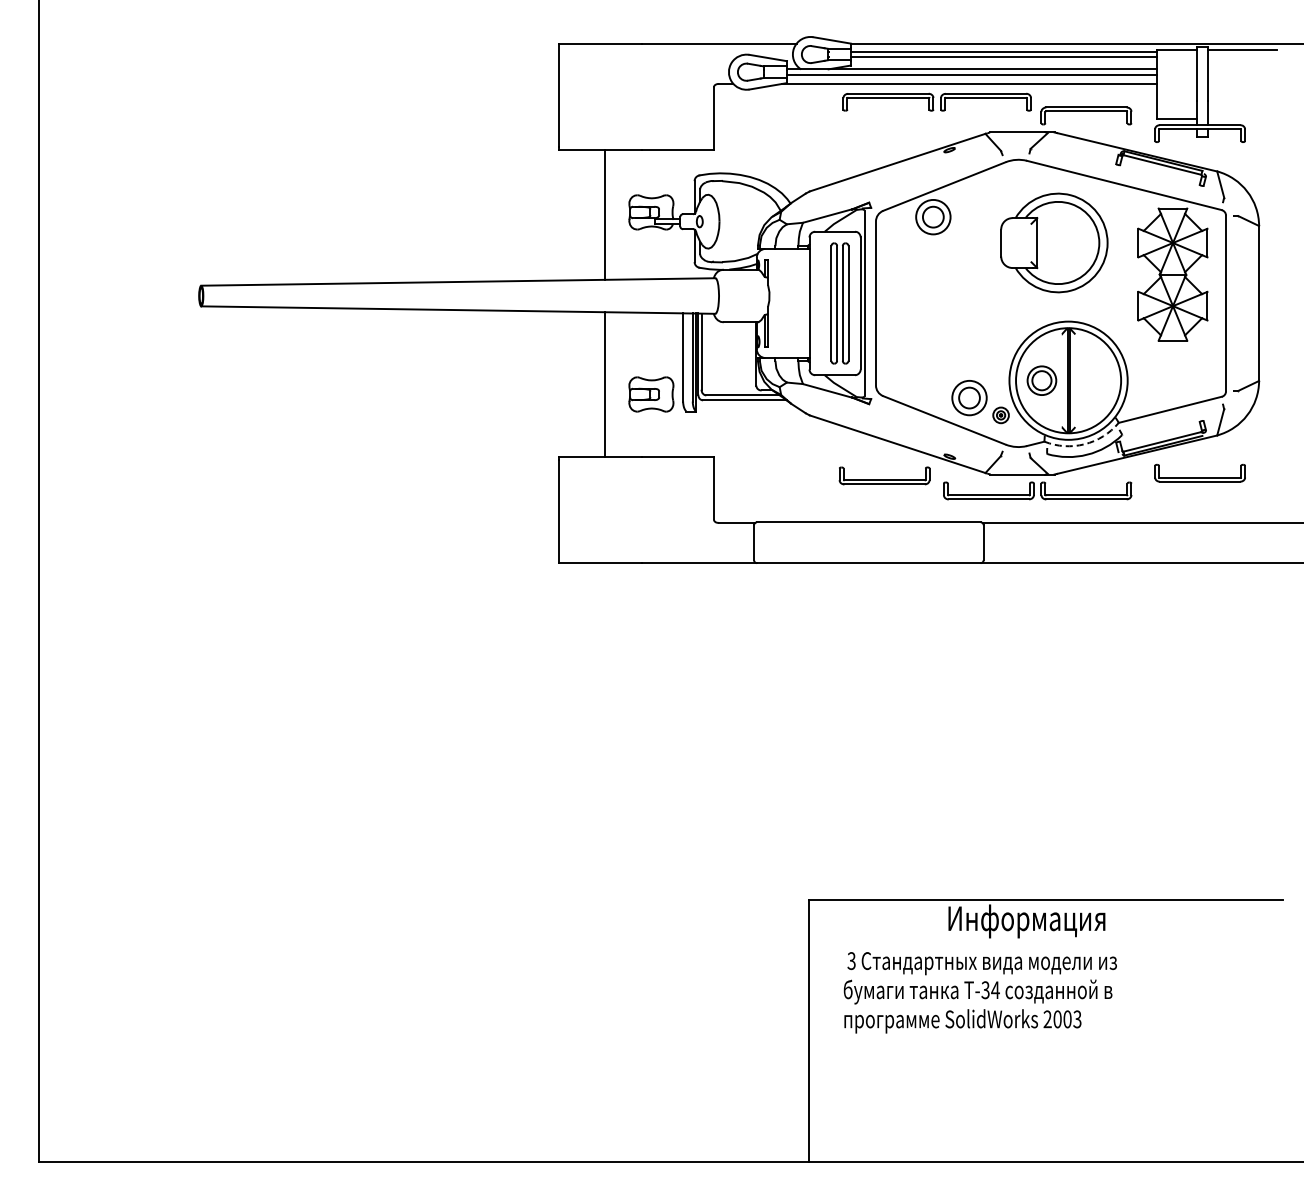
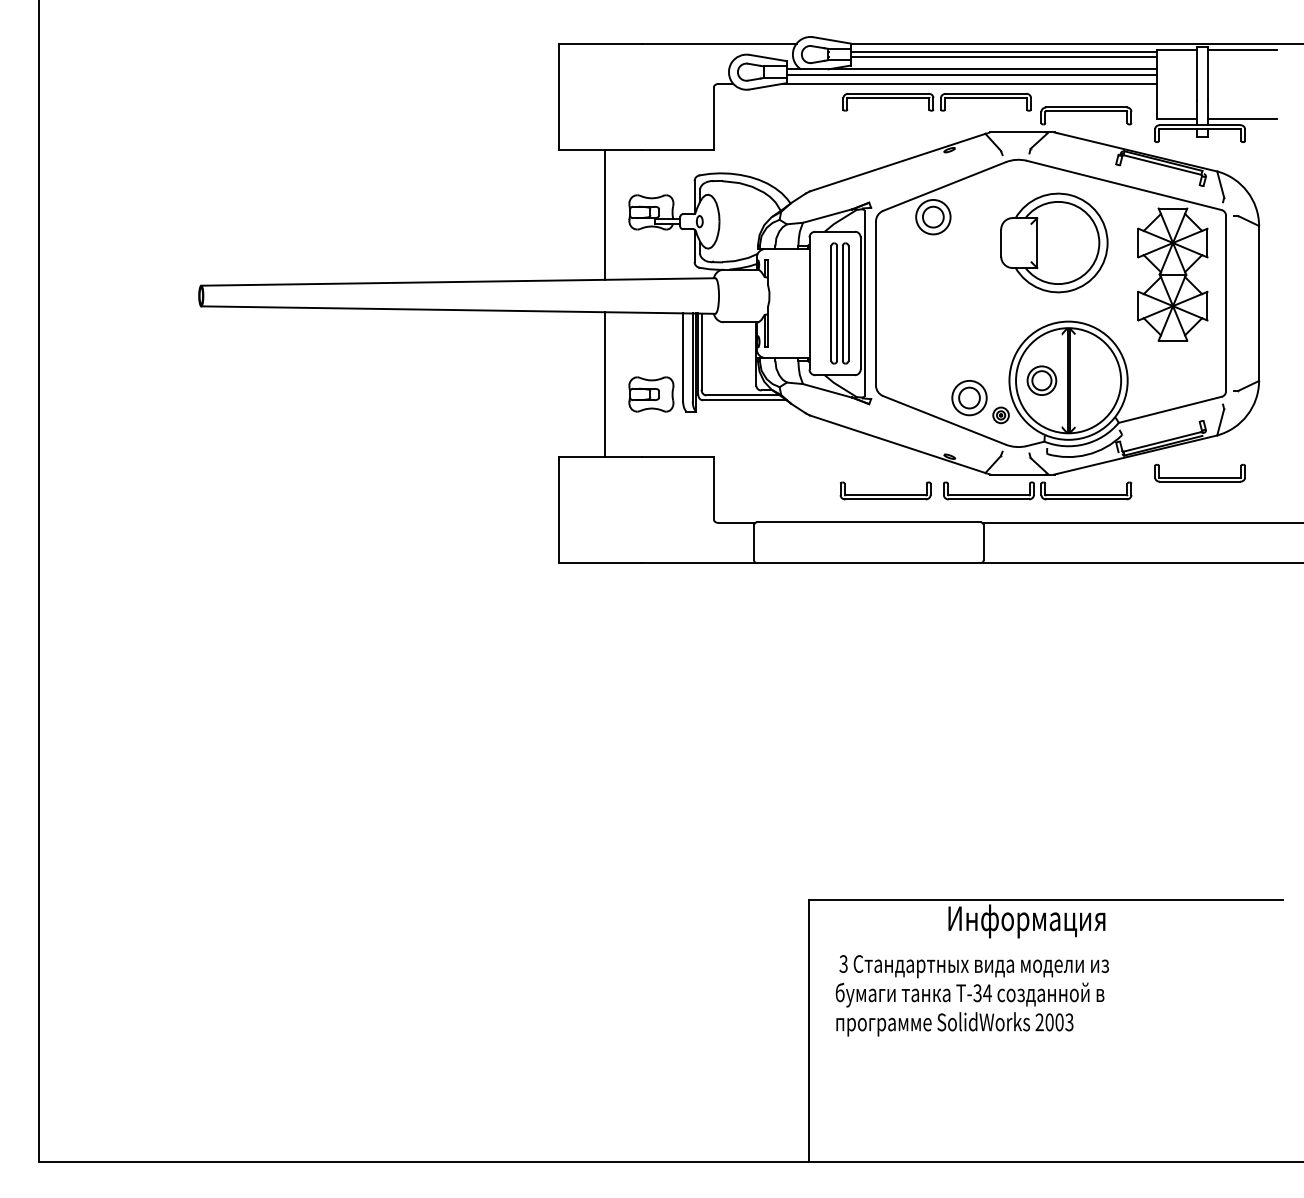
line at (1242, 119): none -> present
arc at (1084, 444): dashed -> solid
part at (884, 475) position: (884, 475) -> (885, 490)
text at (979, 992) position: (979, 992) -> (971, 995)
